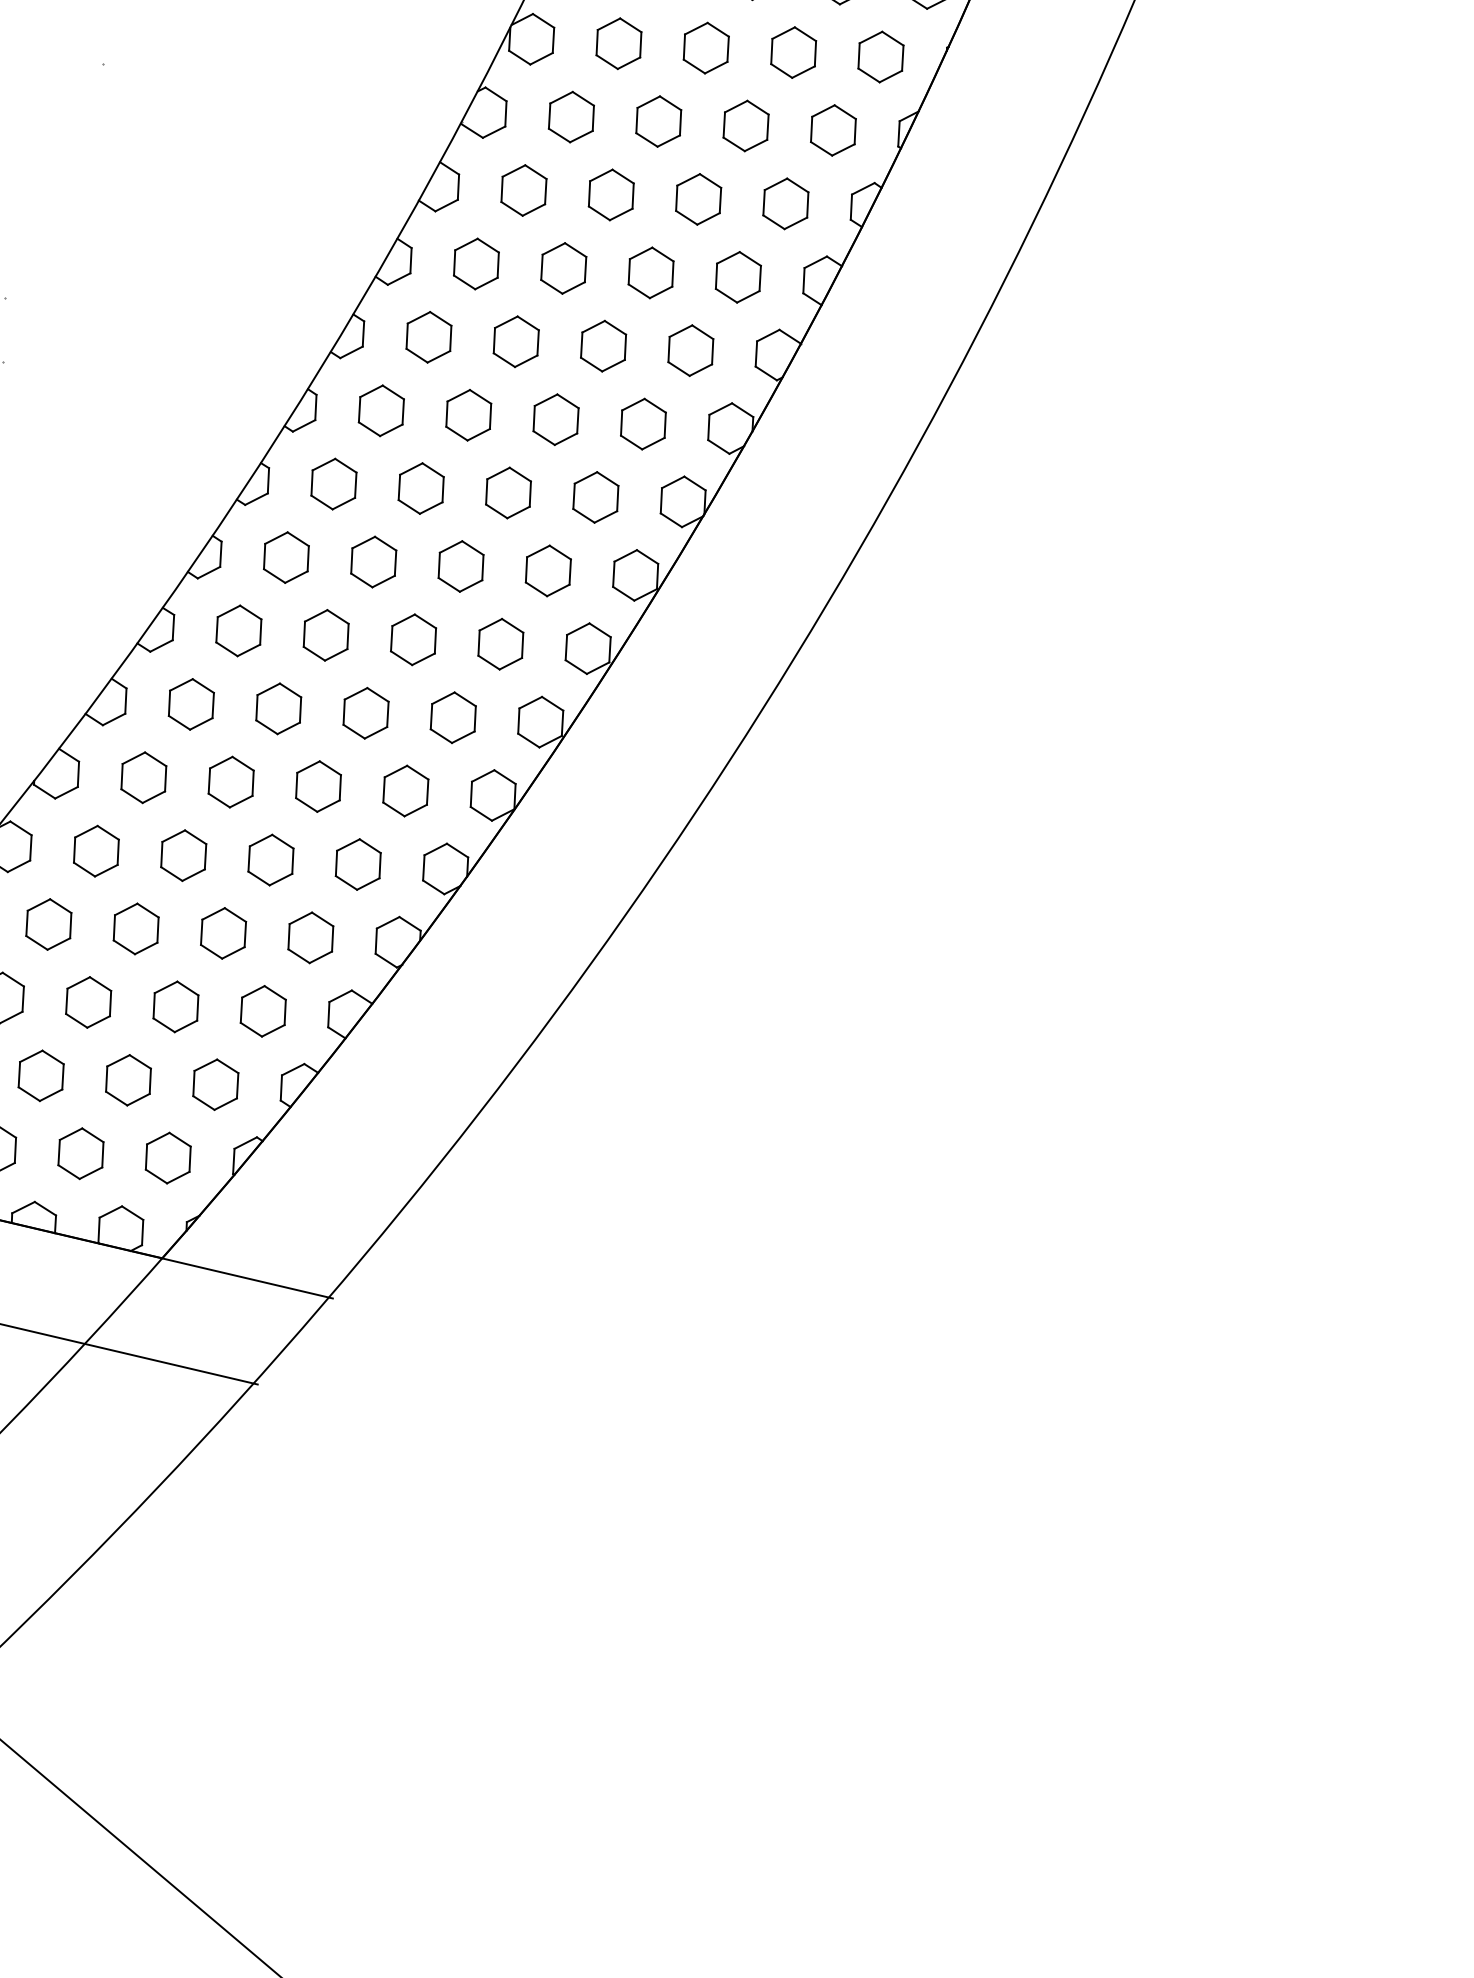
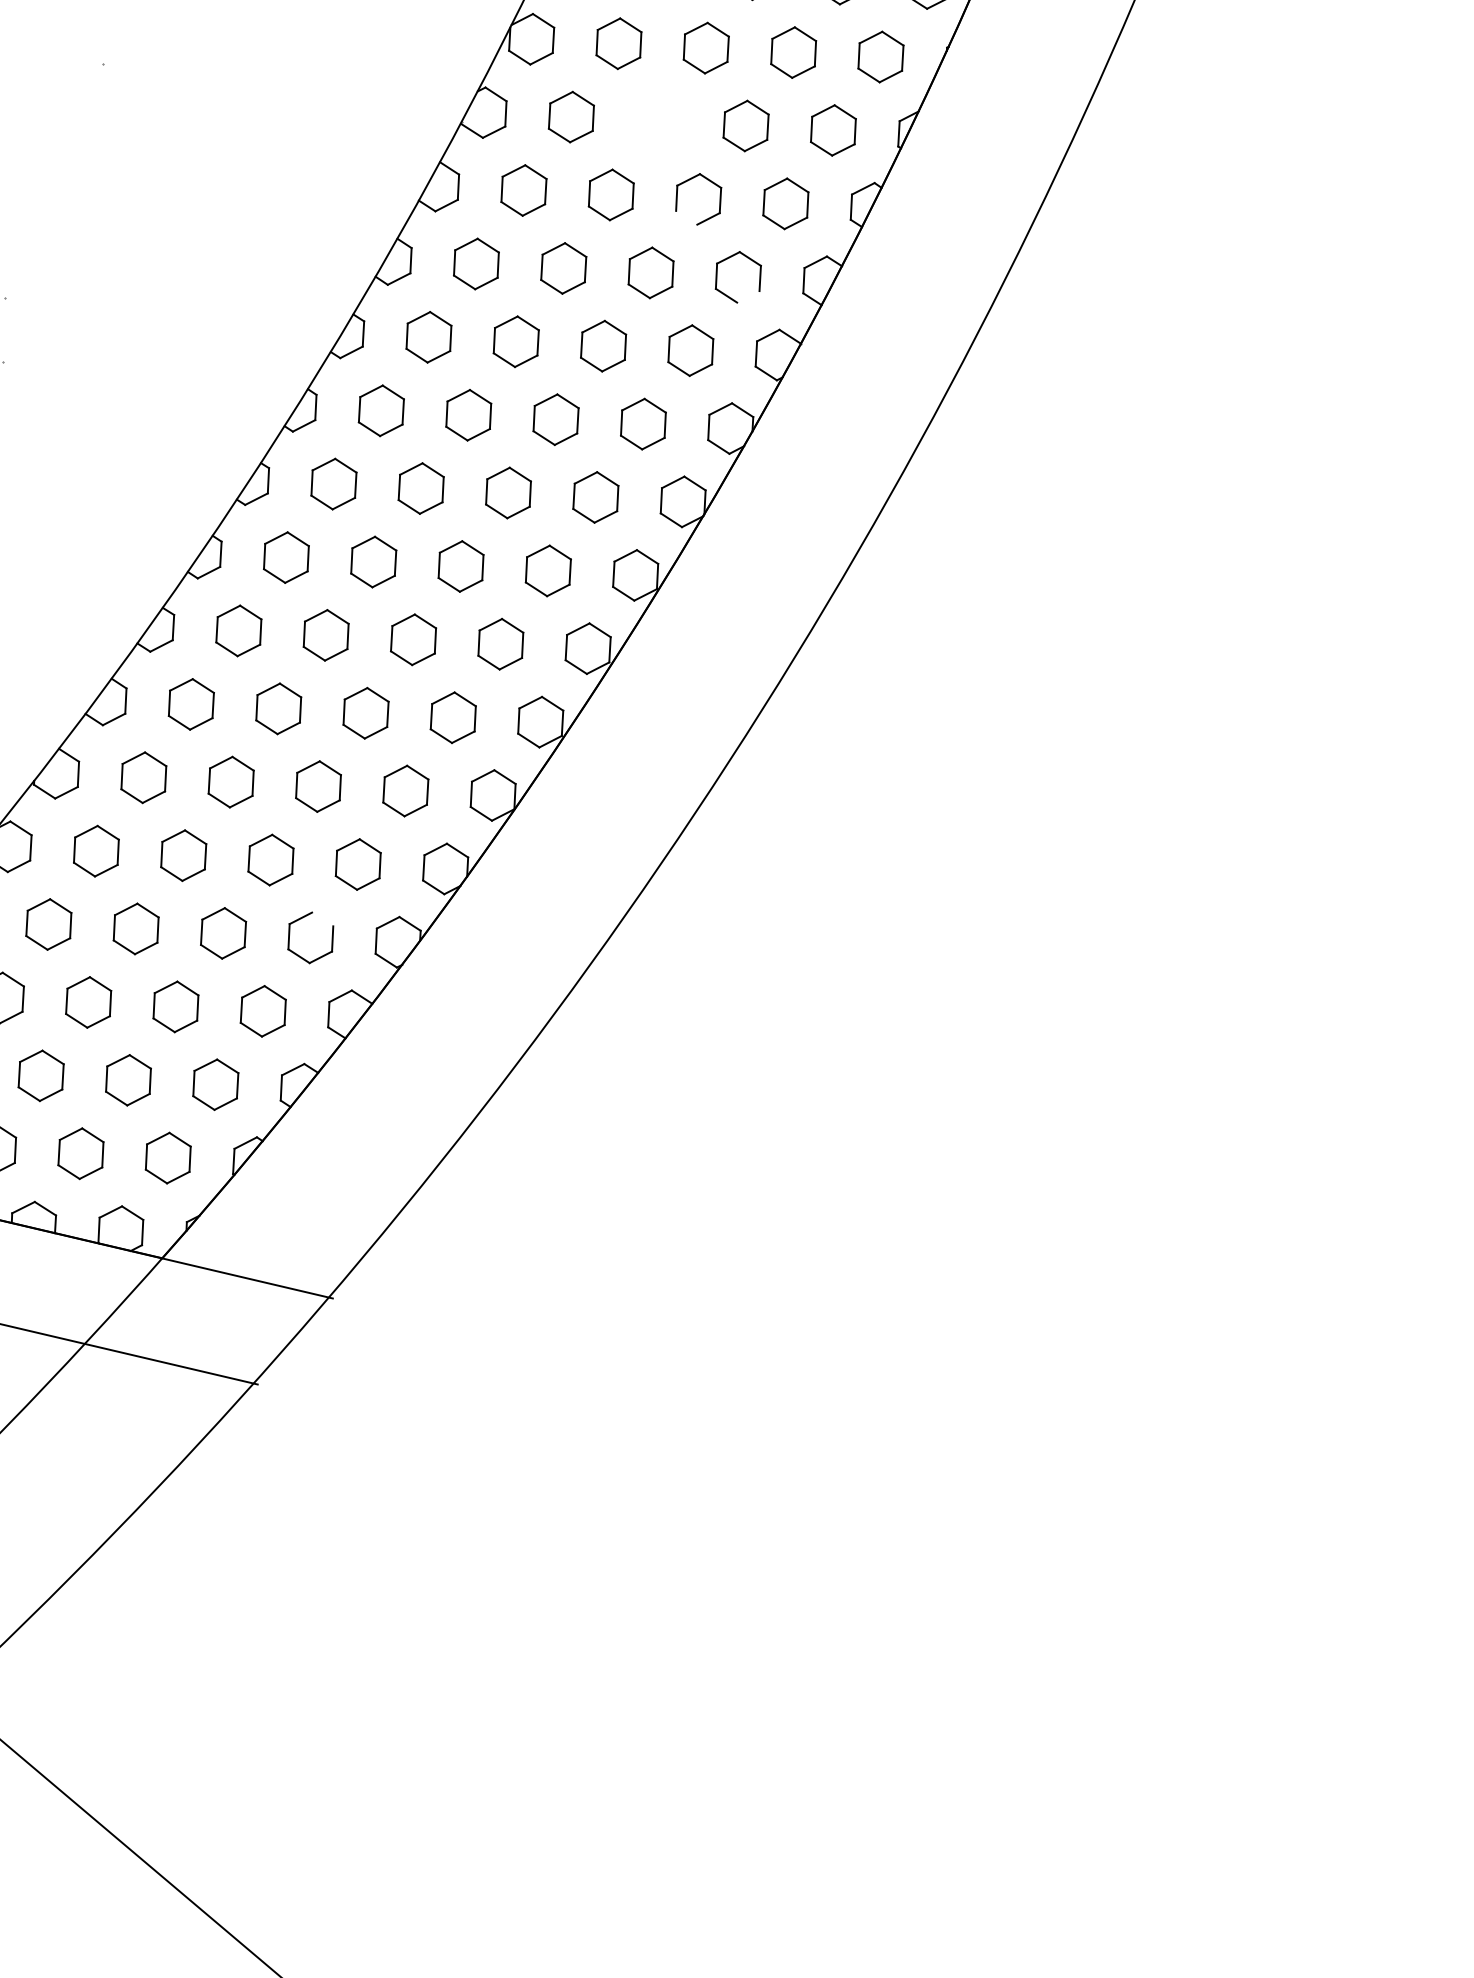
part at (658, 121): present -> none
line at (686, 217): present -> none
line at (748, 296): present -> none
line at (322, 919): present -> none
